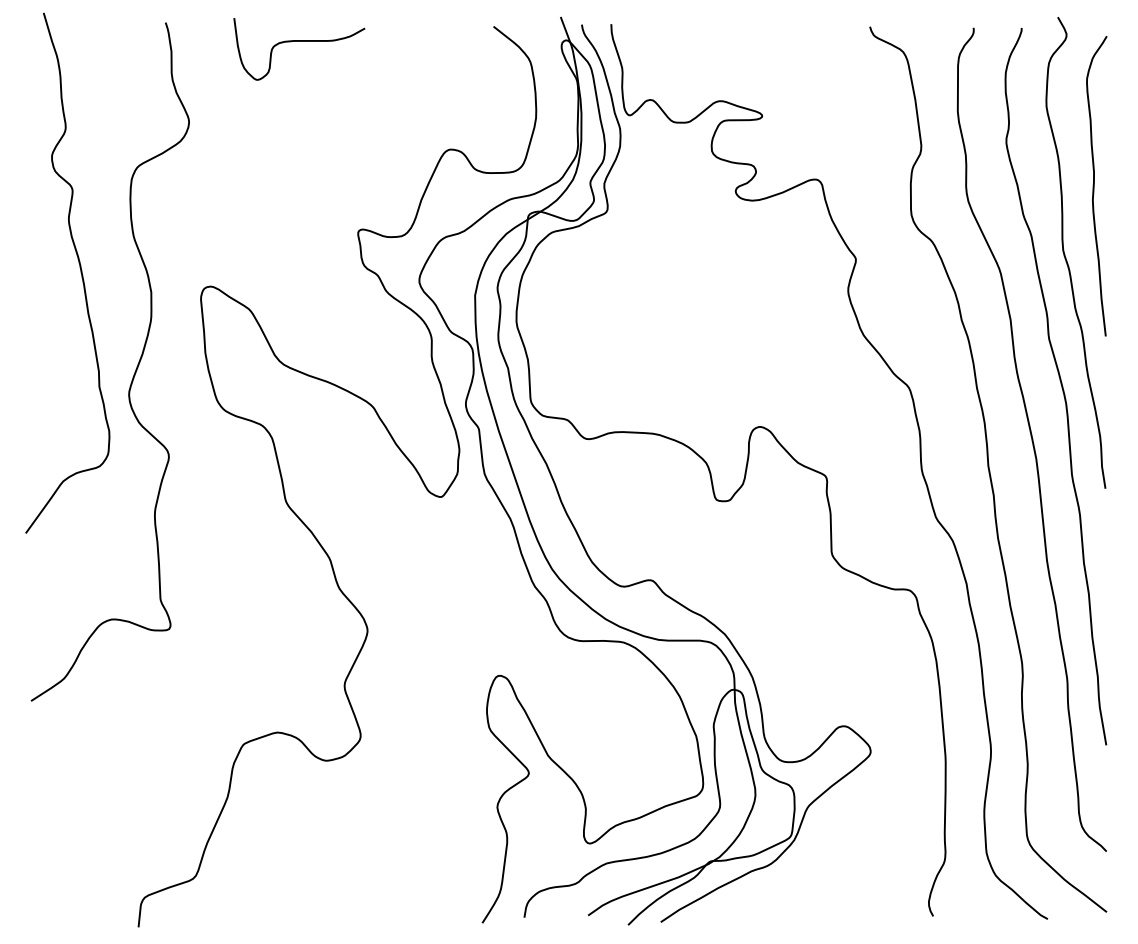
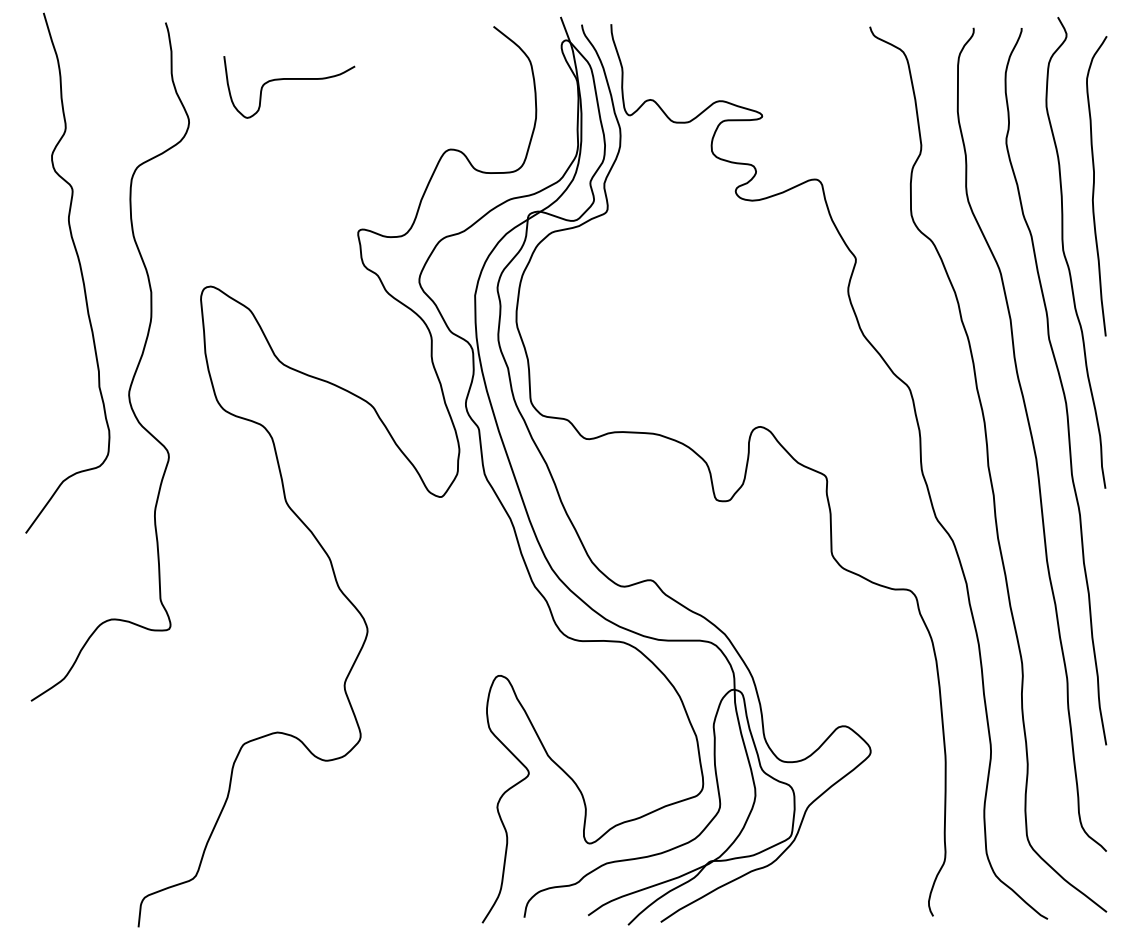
curve at (299, 41) position: (299, 41) -> (289, 79)
